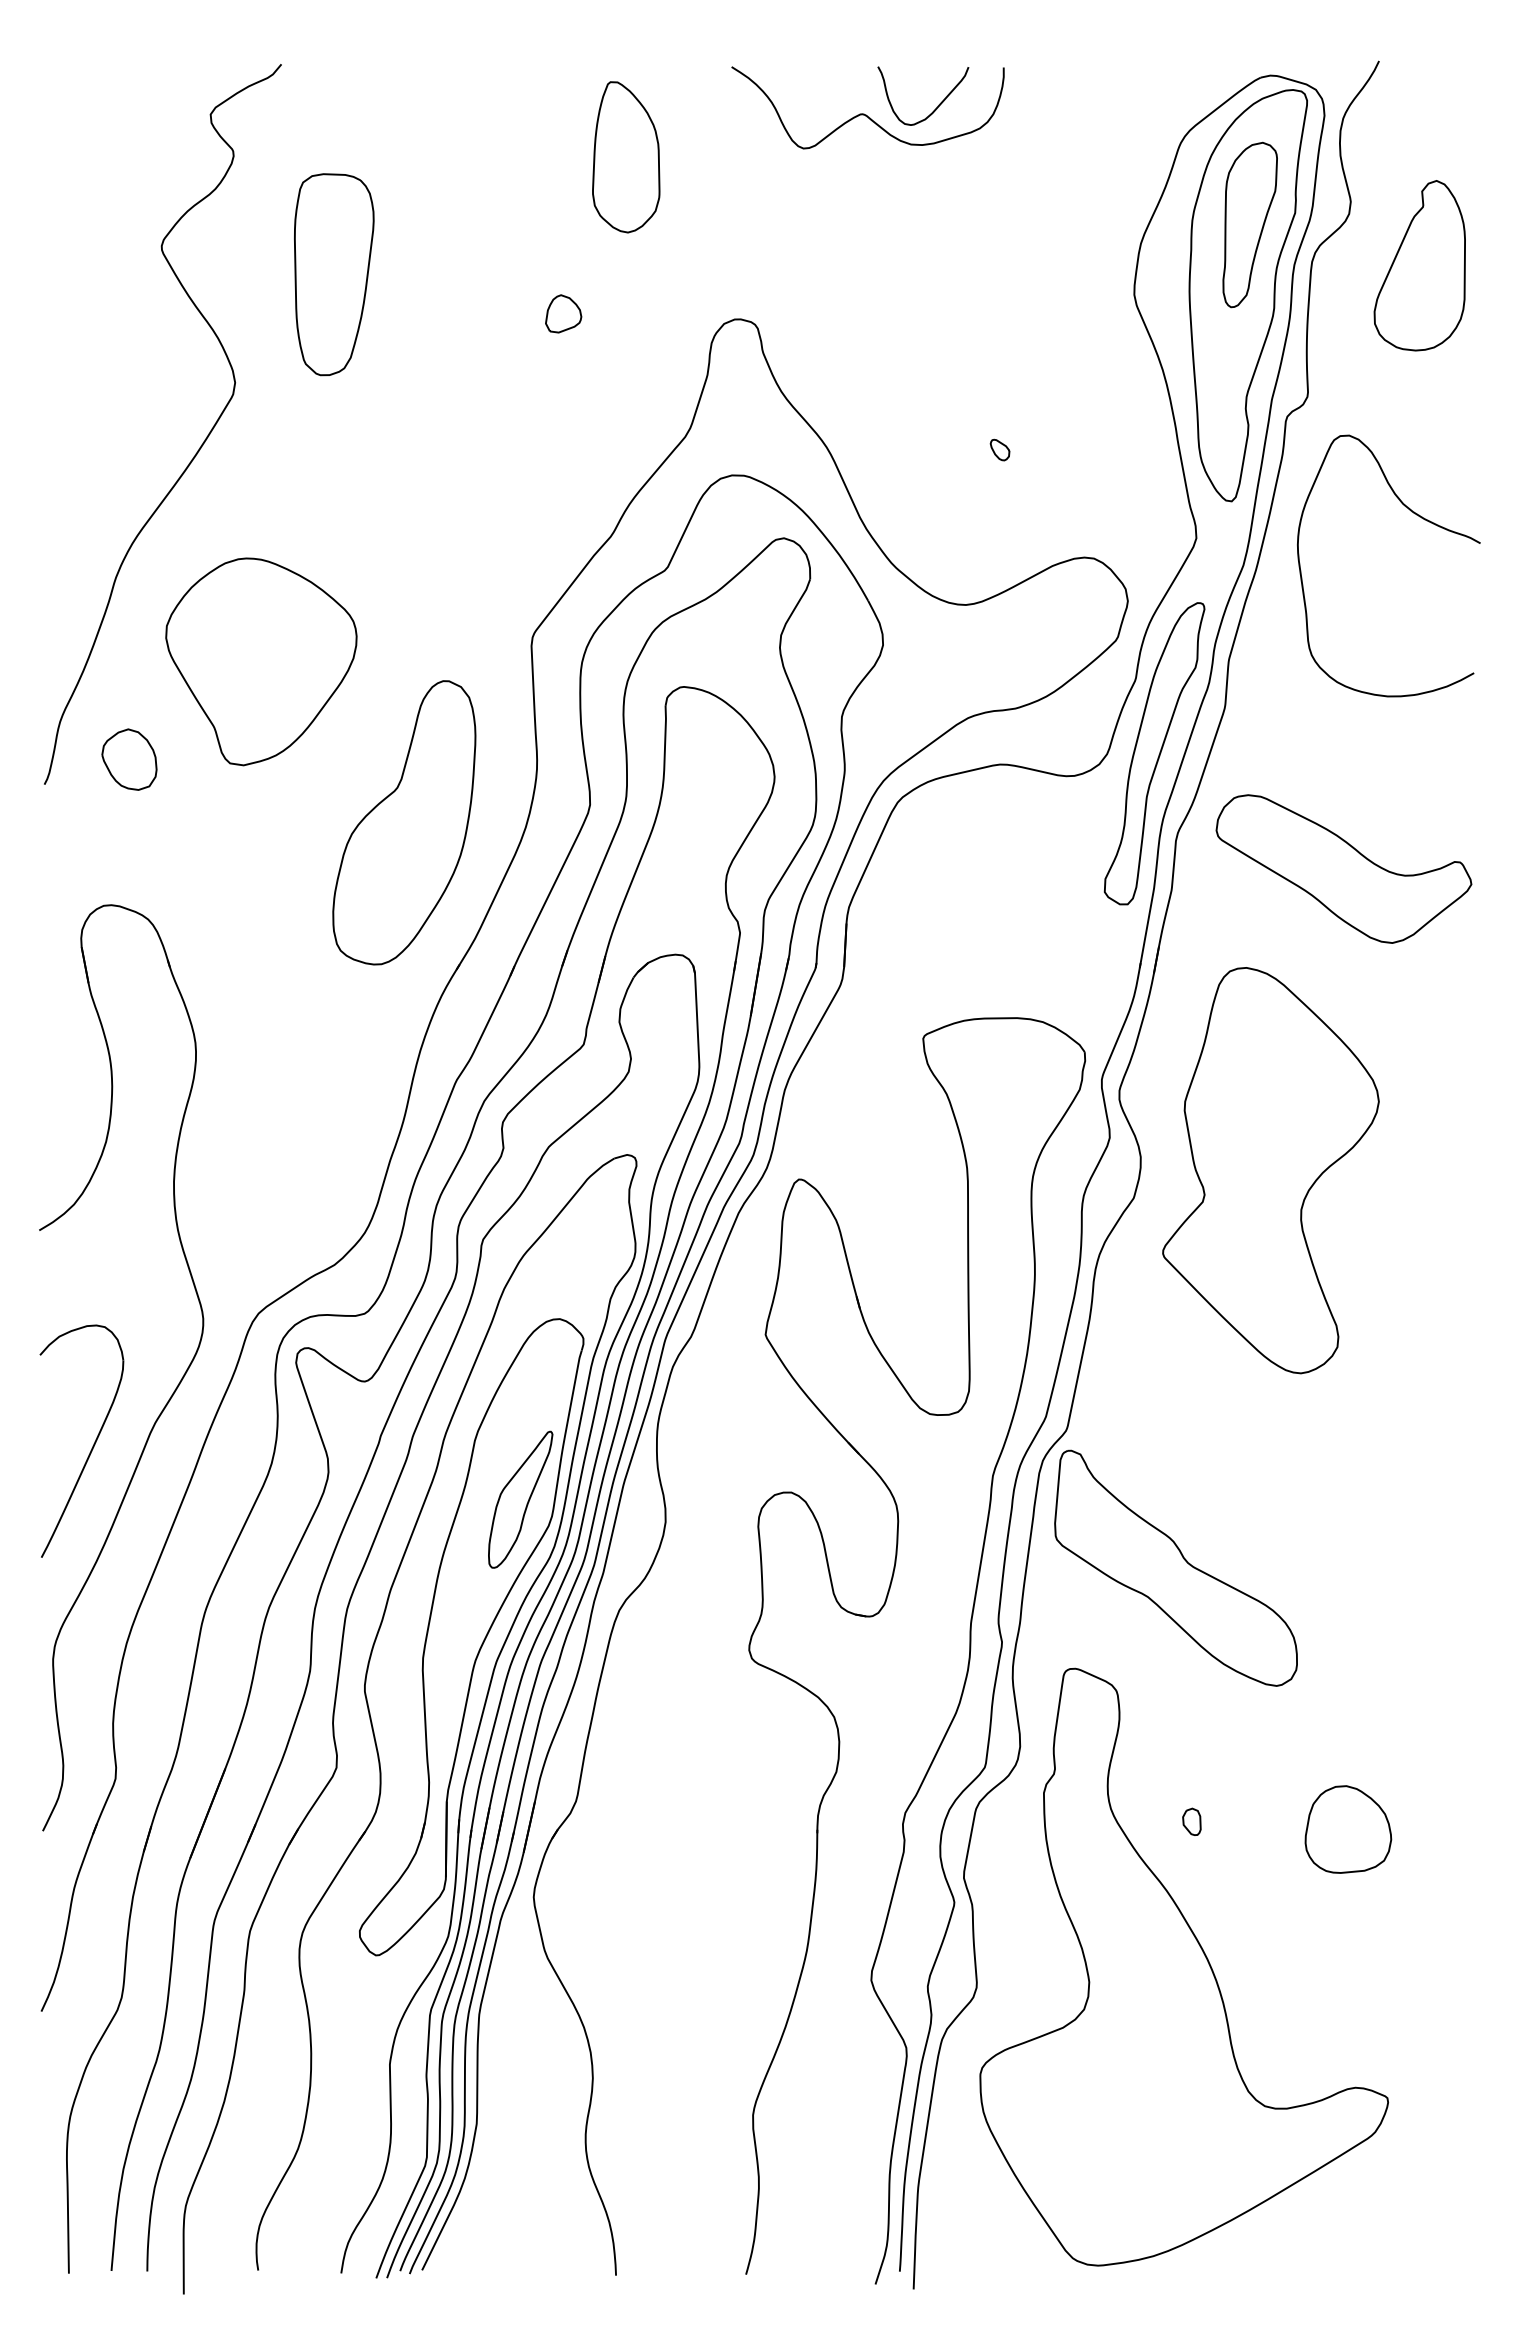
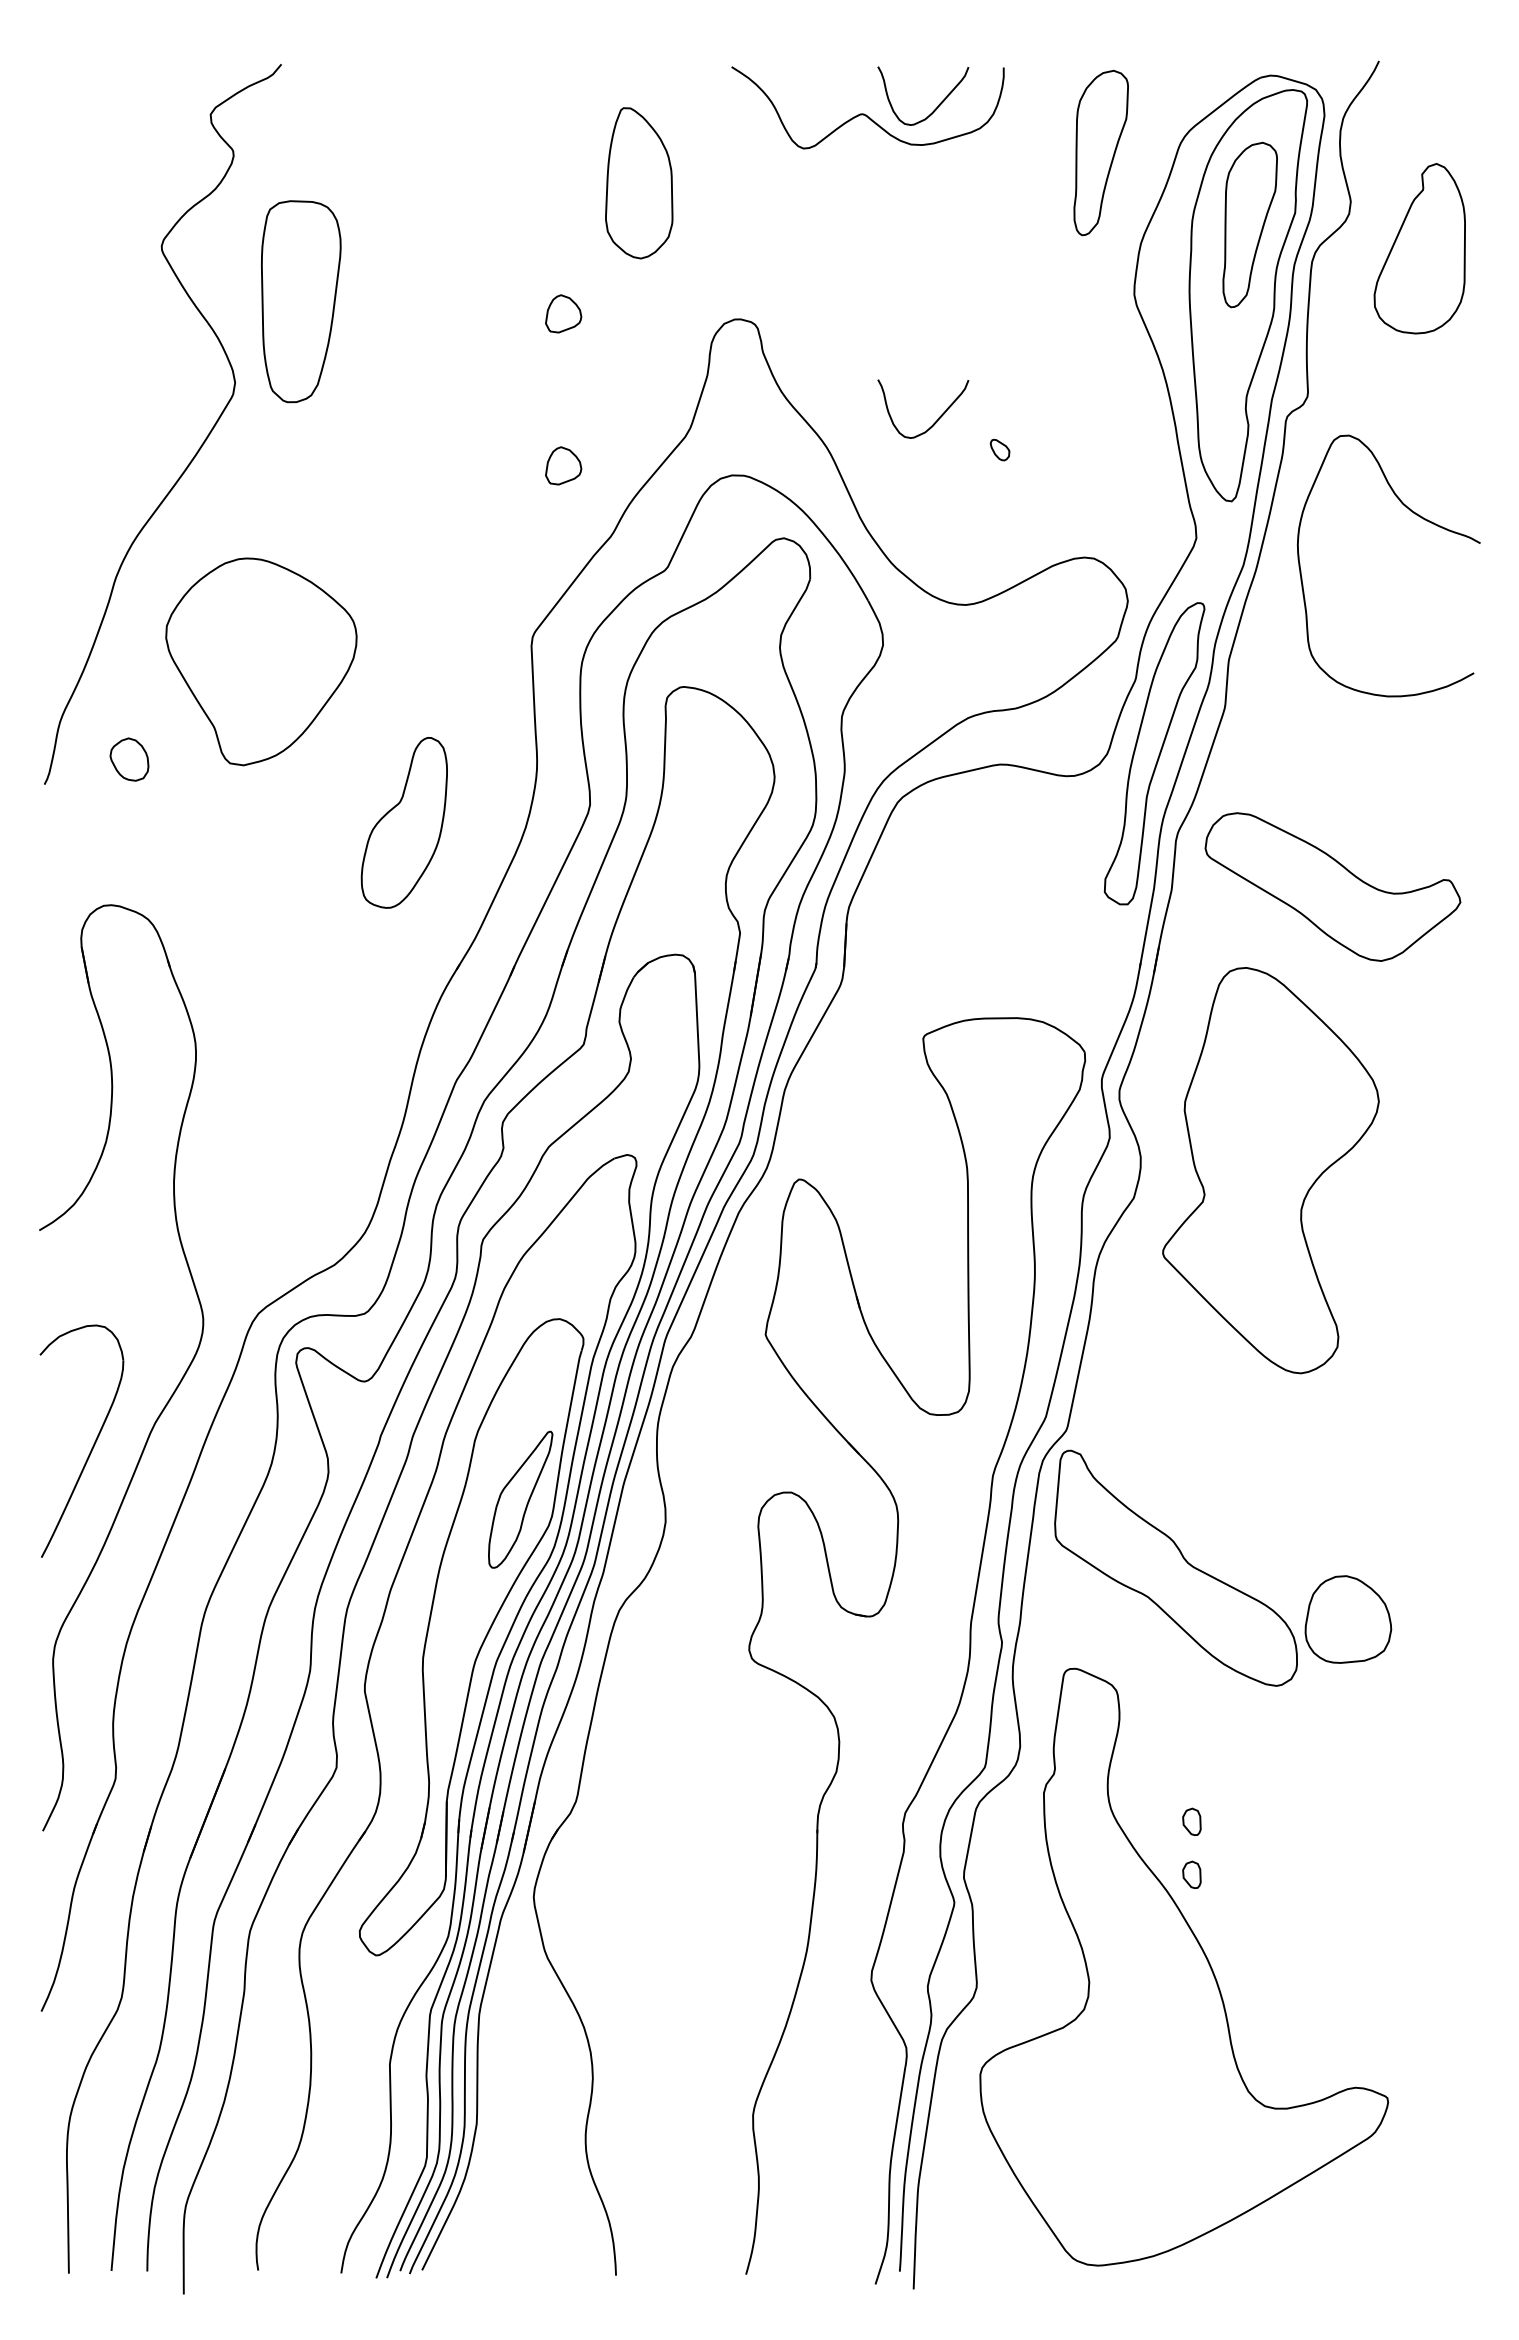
part at (1100, 152): none -> present
part at (626, 157) position: (626, 157) -> (639, 183)
part at (1419, 265) position: (1419, 265) -> (1419, 248)
part at (334, 274) position: (334, 274) -> (301, 301)
curve at (938, 417): none -> present
part at (563, 465): none -> present
part at (129, 759) size: 57x63 px -> 41x45 px
part at (404, 822) size: 145x286 px -> 88x172 px
part at (1343, 868) position: (1343, 868) -> (1332, 886)
part at (1348, 1829) position: (1348, 1829) -> (1348, 1619)
part at (1191, 1874): none -> present
